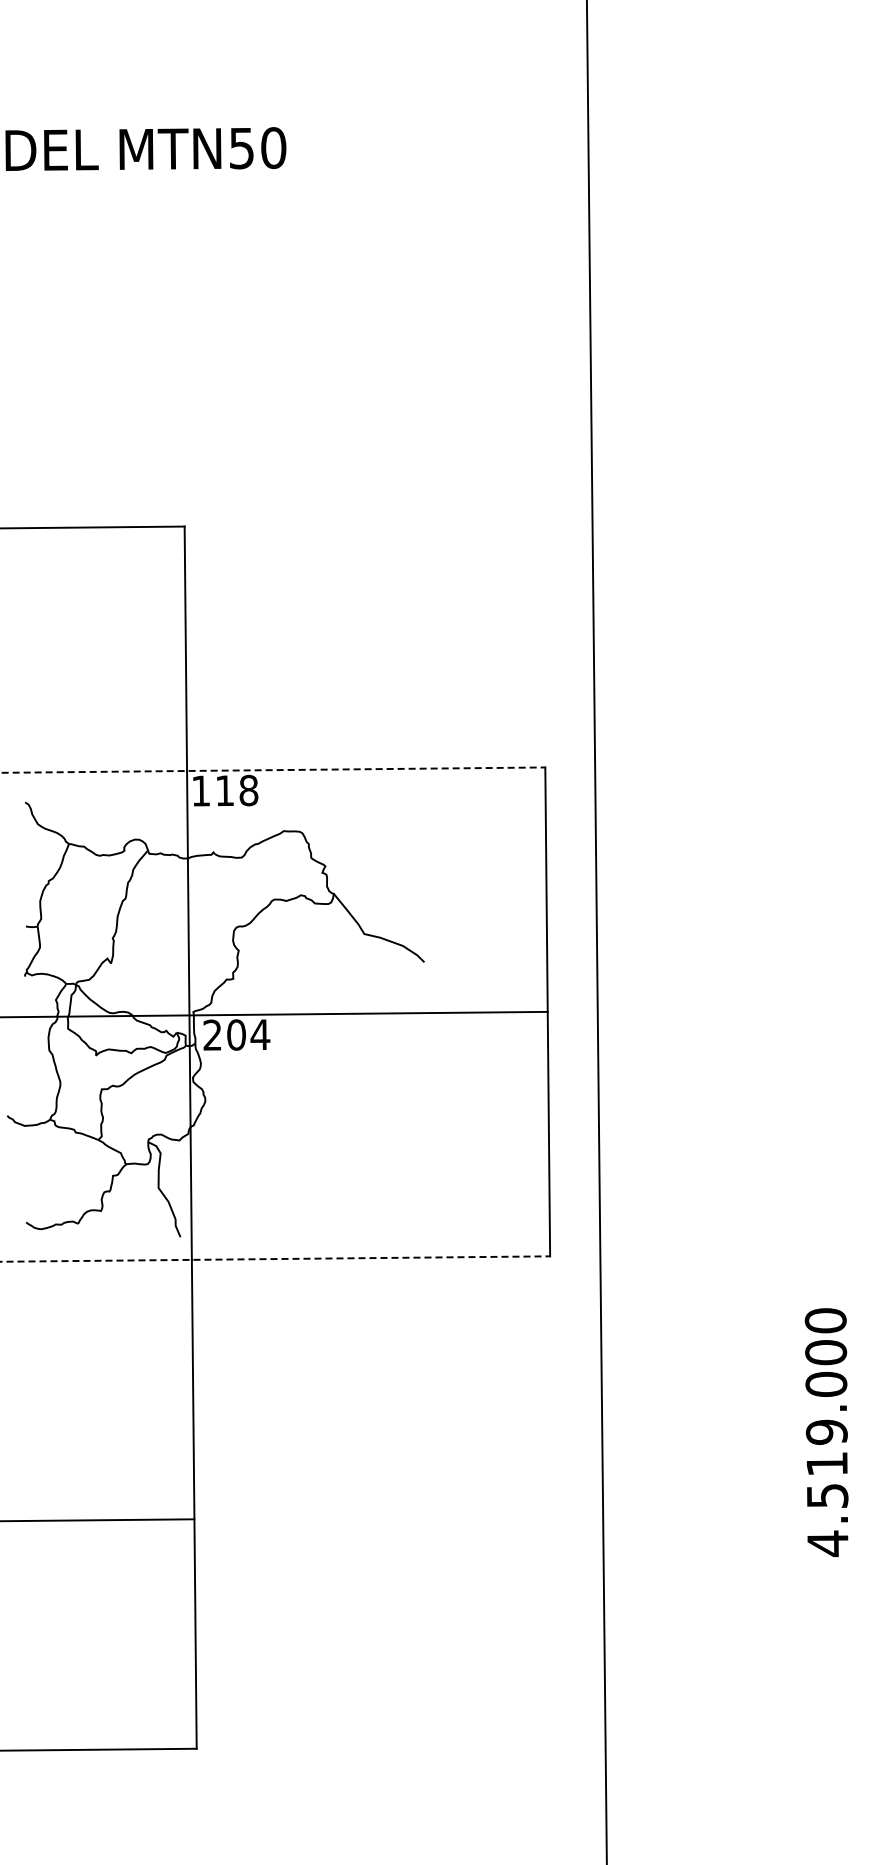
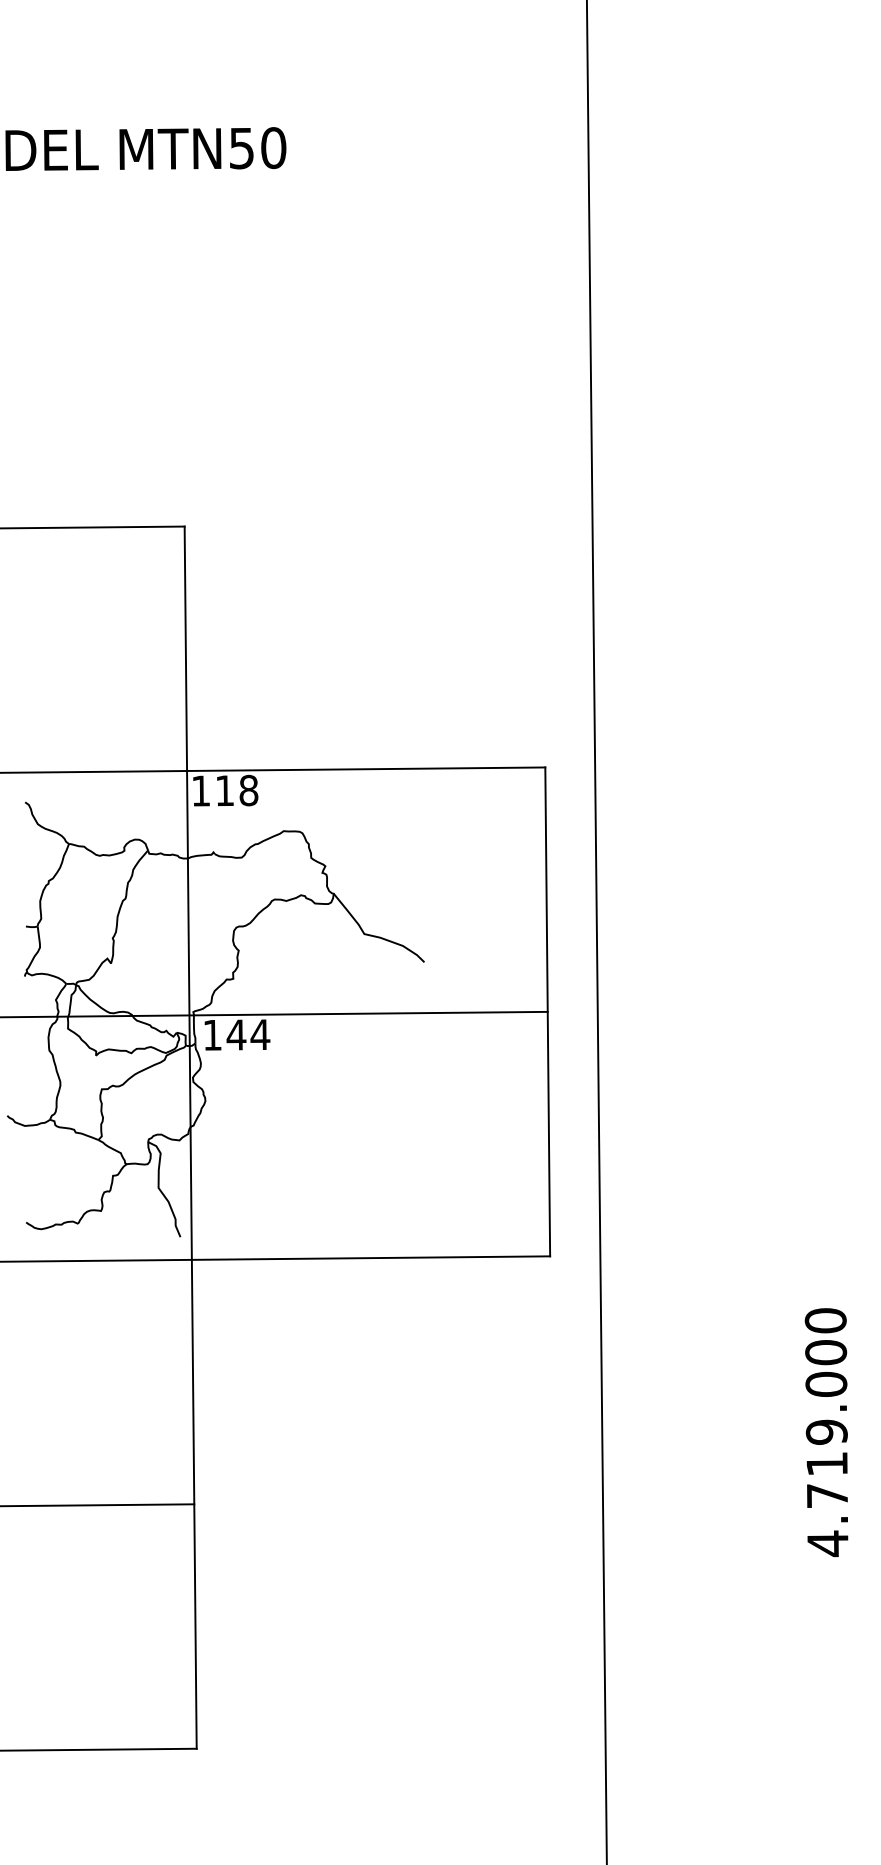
line at (273, 770): dashed -> solid
text at (224, 1034): 204 -> 144
line at (275, 1259): dashed -> solid
text at (827, 1495): 4.519.000 -> 4.719.000
line at (98, 1520) position: (98, 1520) -> (98, 1505)
